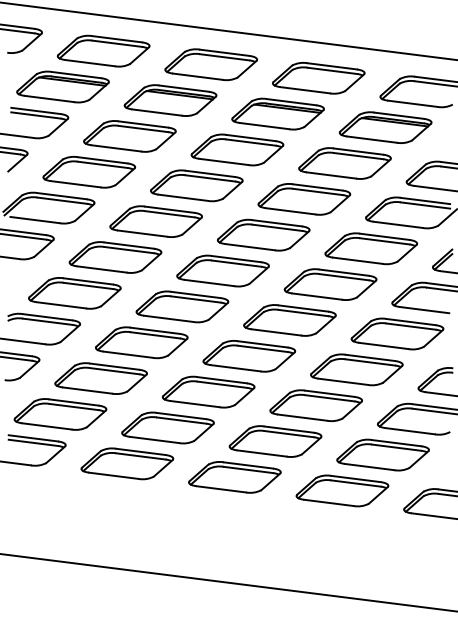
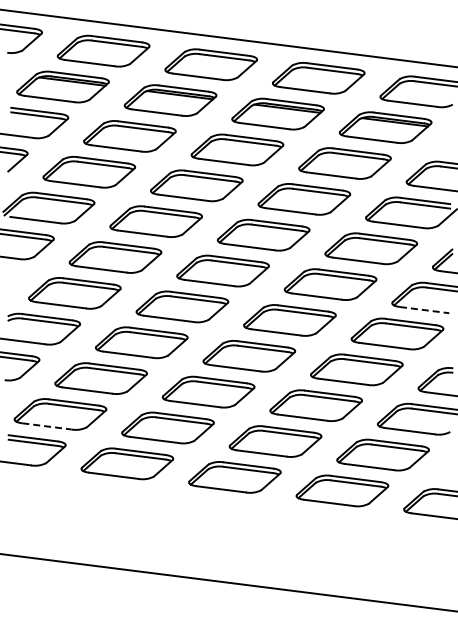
line at (228, 30) position: (228, 30) -> (228, 38)
line at (424, 310): solid -> dashed
line at (46, 426): solid -> dashed
